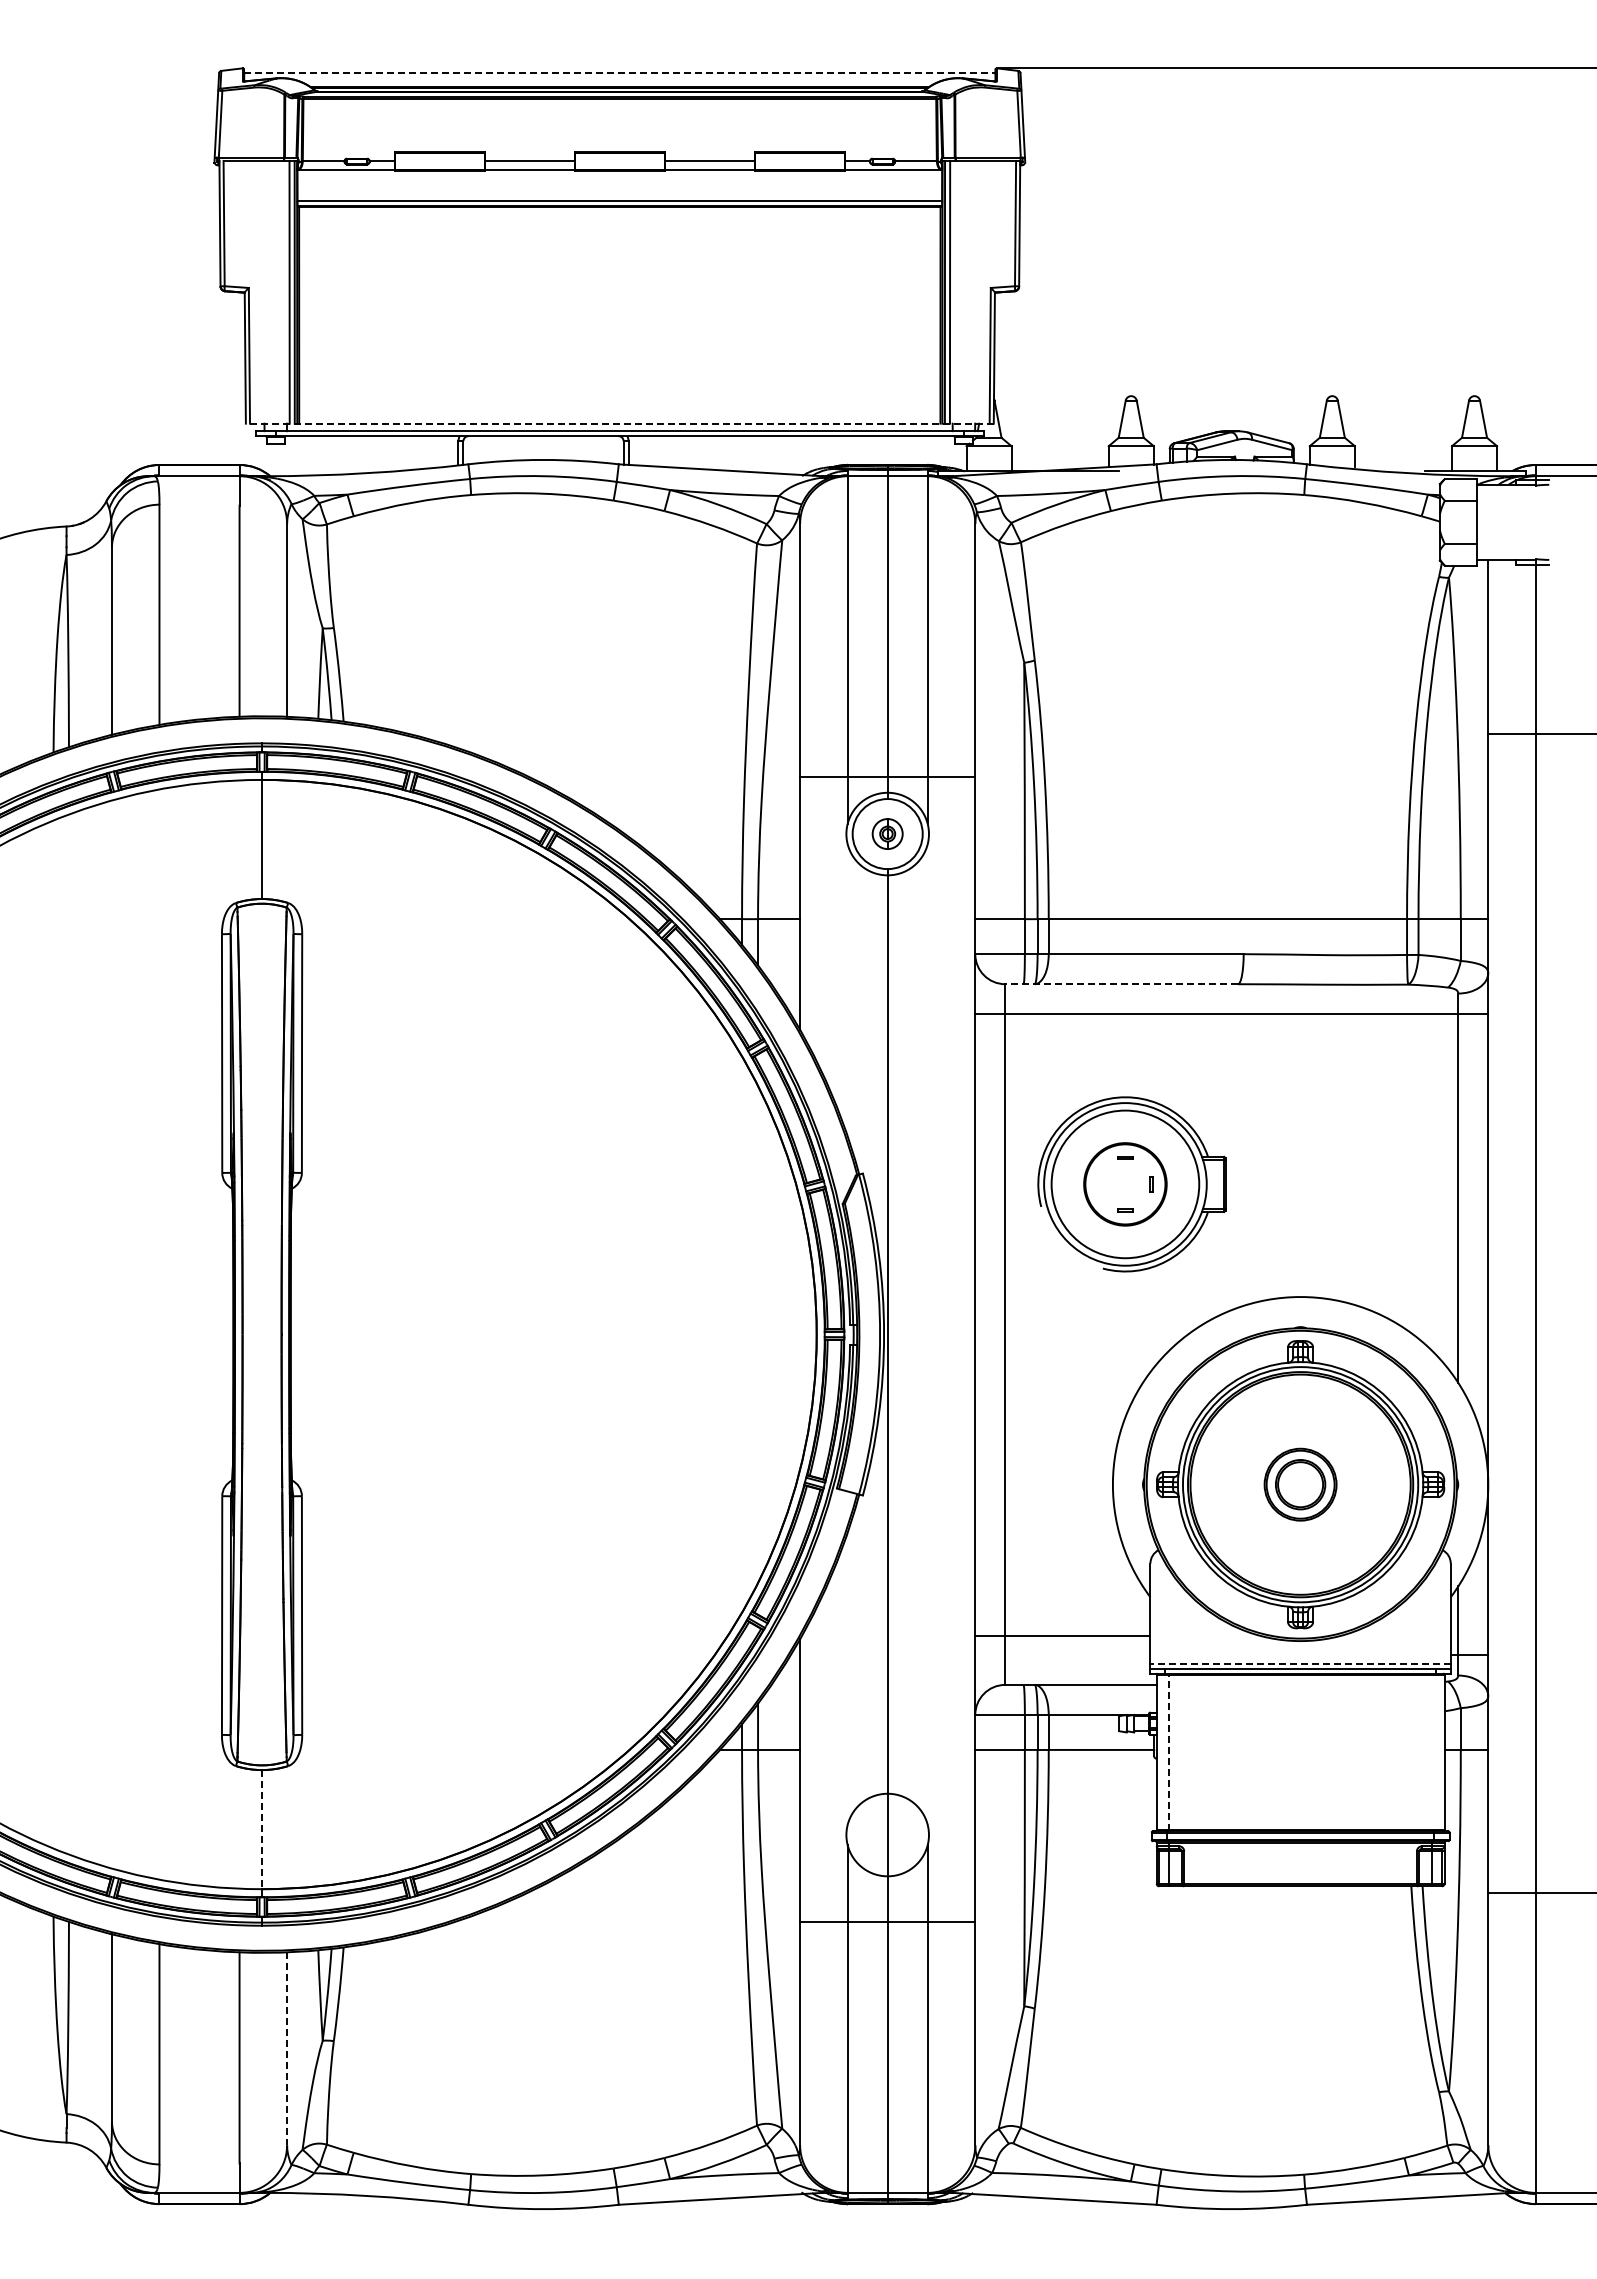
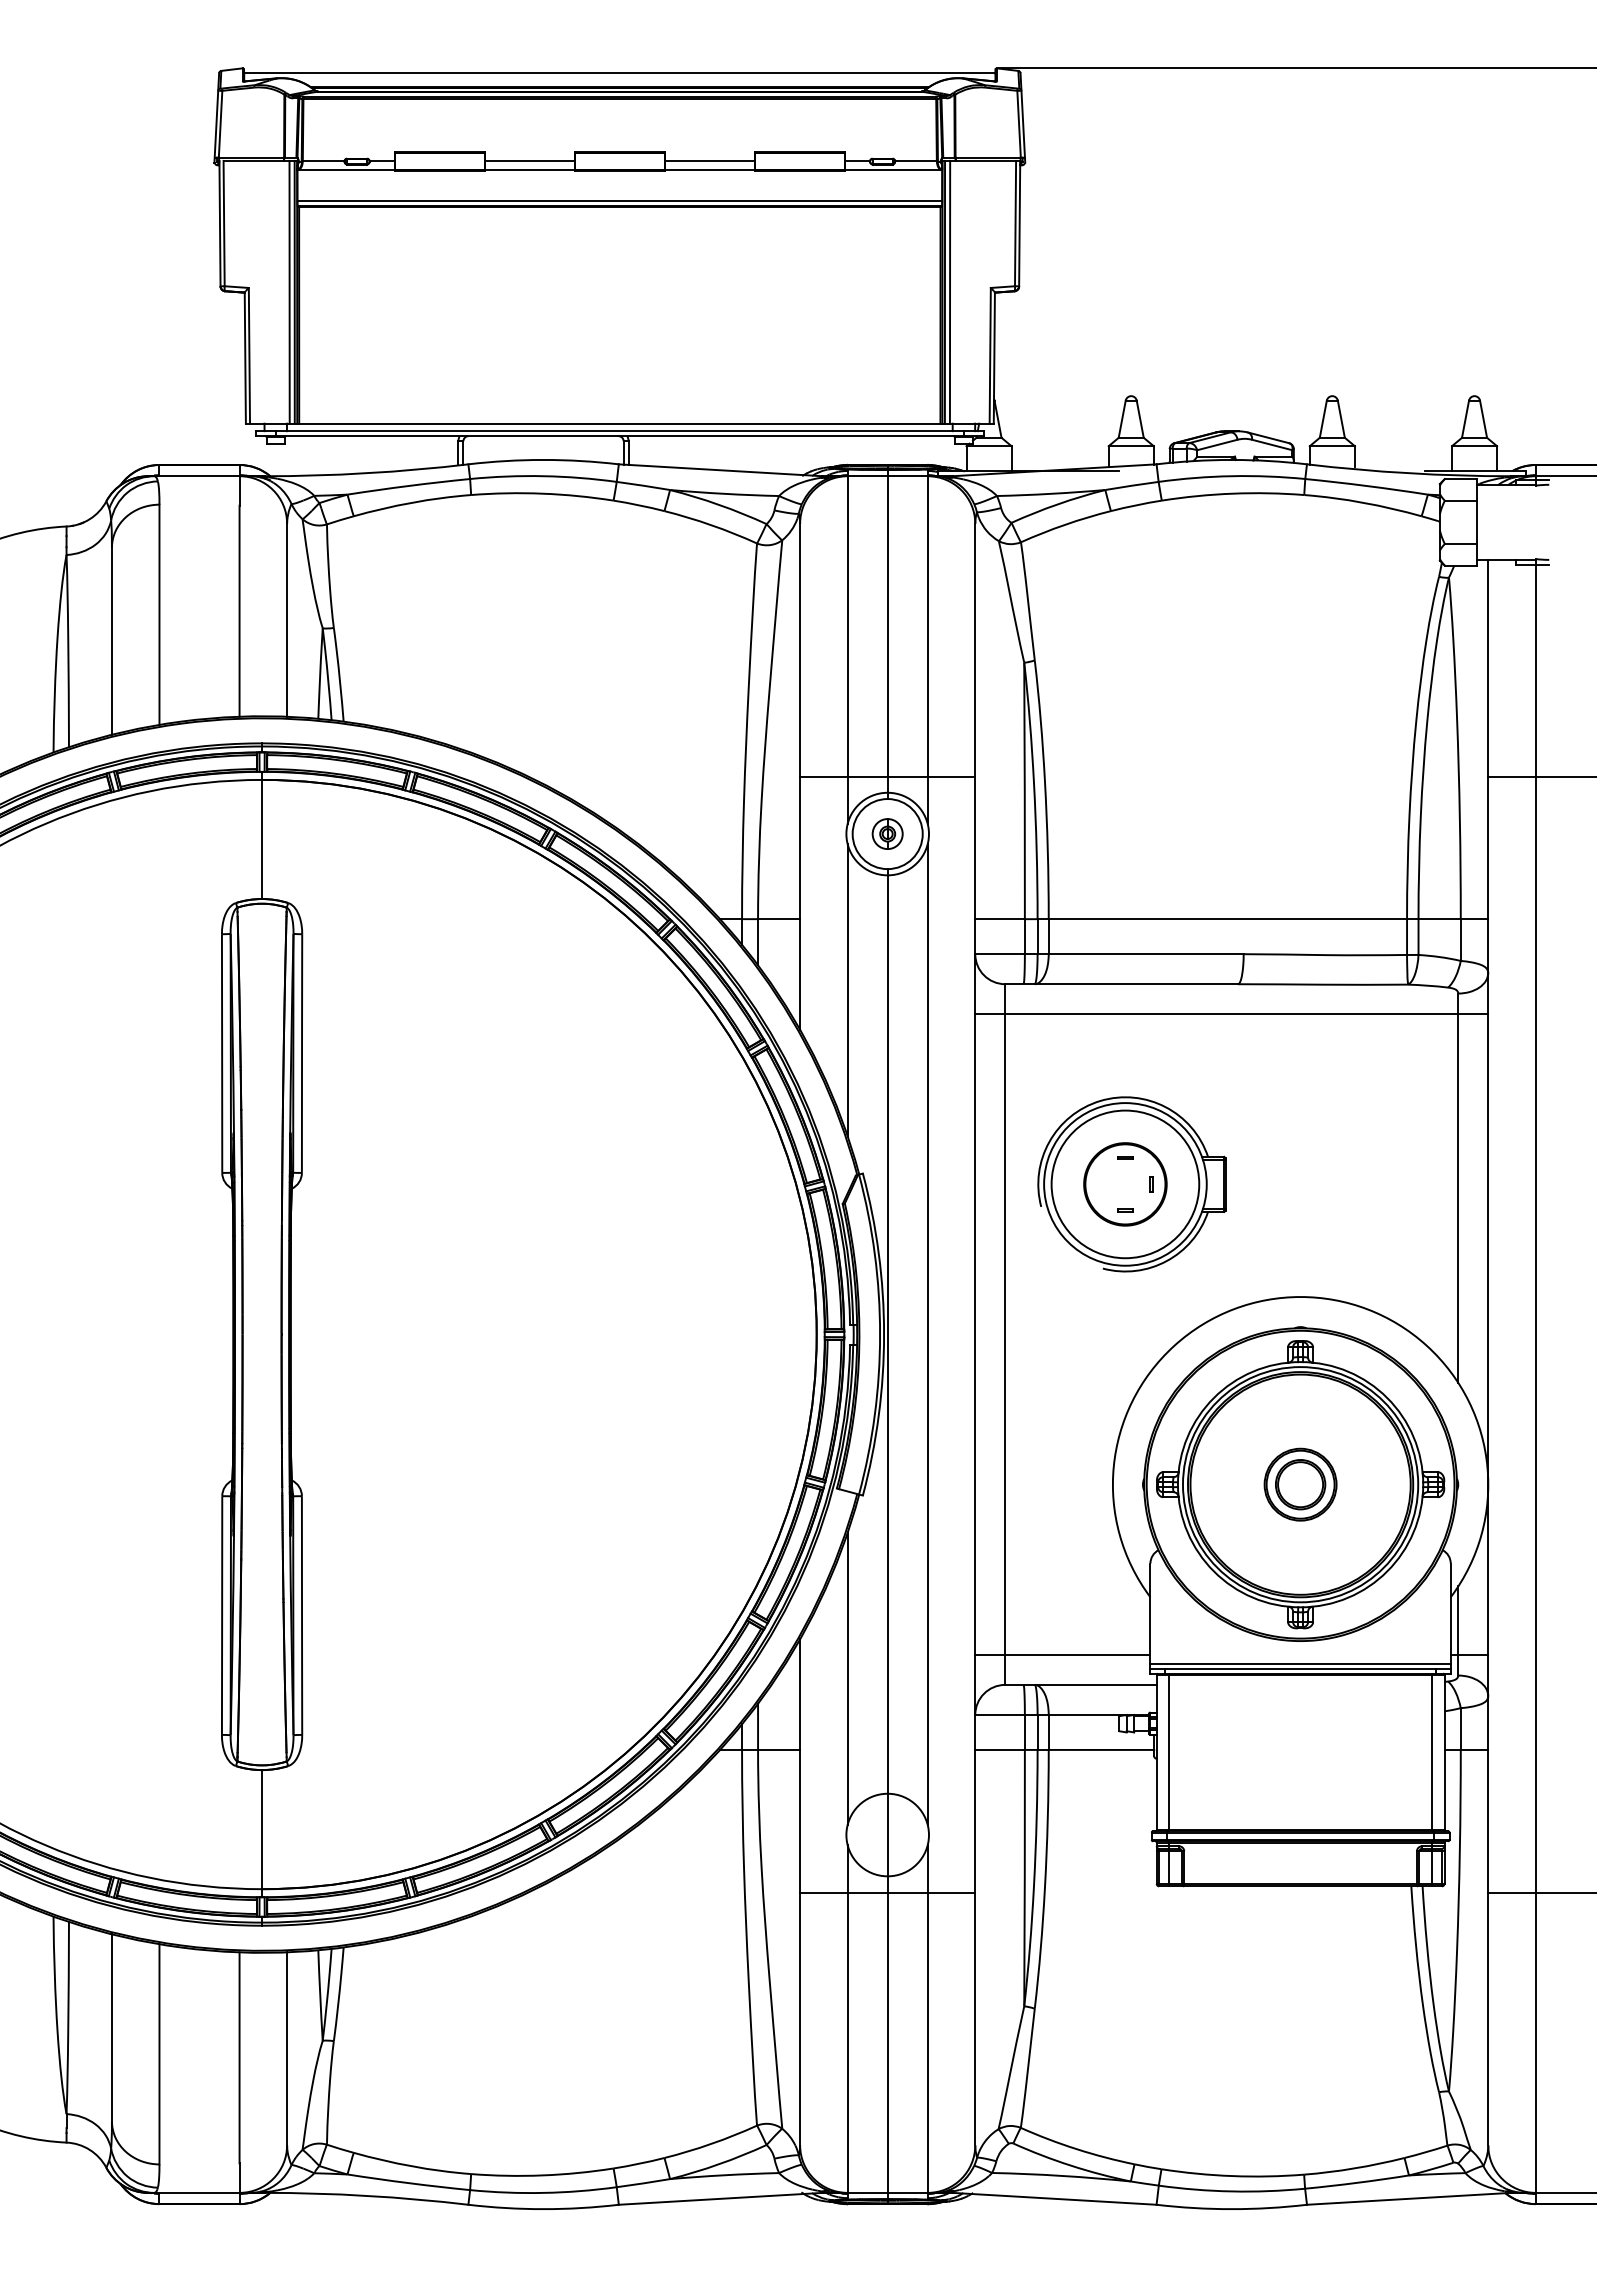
line at (619, 73): dashed -> solid
line at (619, 423): dashed -> solid
line at (1540, 733) position: (1540, 733) -> (1540, 776)
line at (1121, 984): dashed -> solid
line at (847, 990): none -> present
line at (927, 1334): none -> present
line at (1062, 1635) position: (1062, 1635) -> (1062, 1654)
line at (1300, 1663): dashed -> solid
line at (847, 1678): none -> present
line at (1169, 1752): dashed -> solid
line at (1431, 1752): none -> present
line at (262, 1829): dashed -> solid
line at (887, 1921) position: (887, 1921) -> (887, 1892)
line at (287, 2048): dashed -> solid
